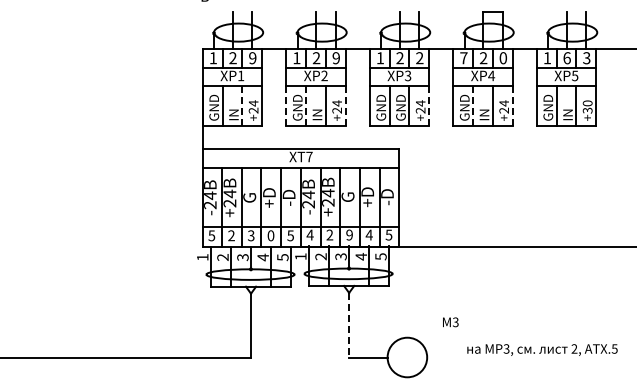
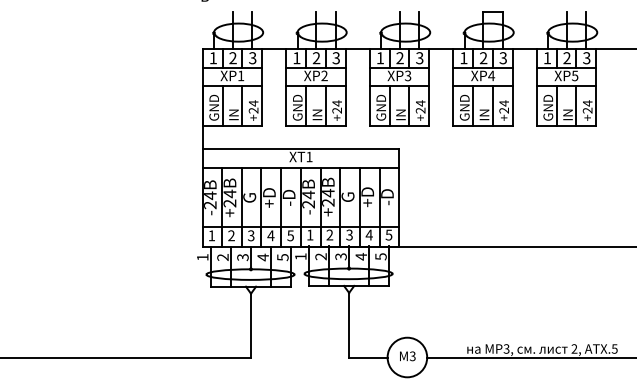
text at (252, 58): 9 -> 3
text at (335, 58): 9 -> 3
text at (419, 58): 2 -> 3
text at (463, 58): 7 -> 1
text at (502, 58): 0 -> 3
text at (566, 58): 6 -> 2
line at (242, 105): dashed -> solid
line at (286, 105): dashed -> solid
line at (306, 105): dashed -> solid
line at (345, 105): dashed -> solid
line at (429, 105): dashed -> solid
line at (473, 105): dashed -> solid
line at (512, 105): dashed -> solid
text at (587, 106): +30 -> +24
text at (400, 107): GND -> IN
text at (309, 156): 7 -> 1
text at (309, 234): 4 -> 1
text at (211, 235): 5 -> 1
text at (270, 235): 0 -> 4
text at (349, 235): 9 -> 3
text at (450, 322) position: (450, 322) -> (407, 356)
line at (349, 325): dashed -> solid
line at (530, 357): none -> present
